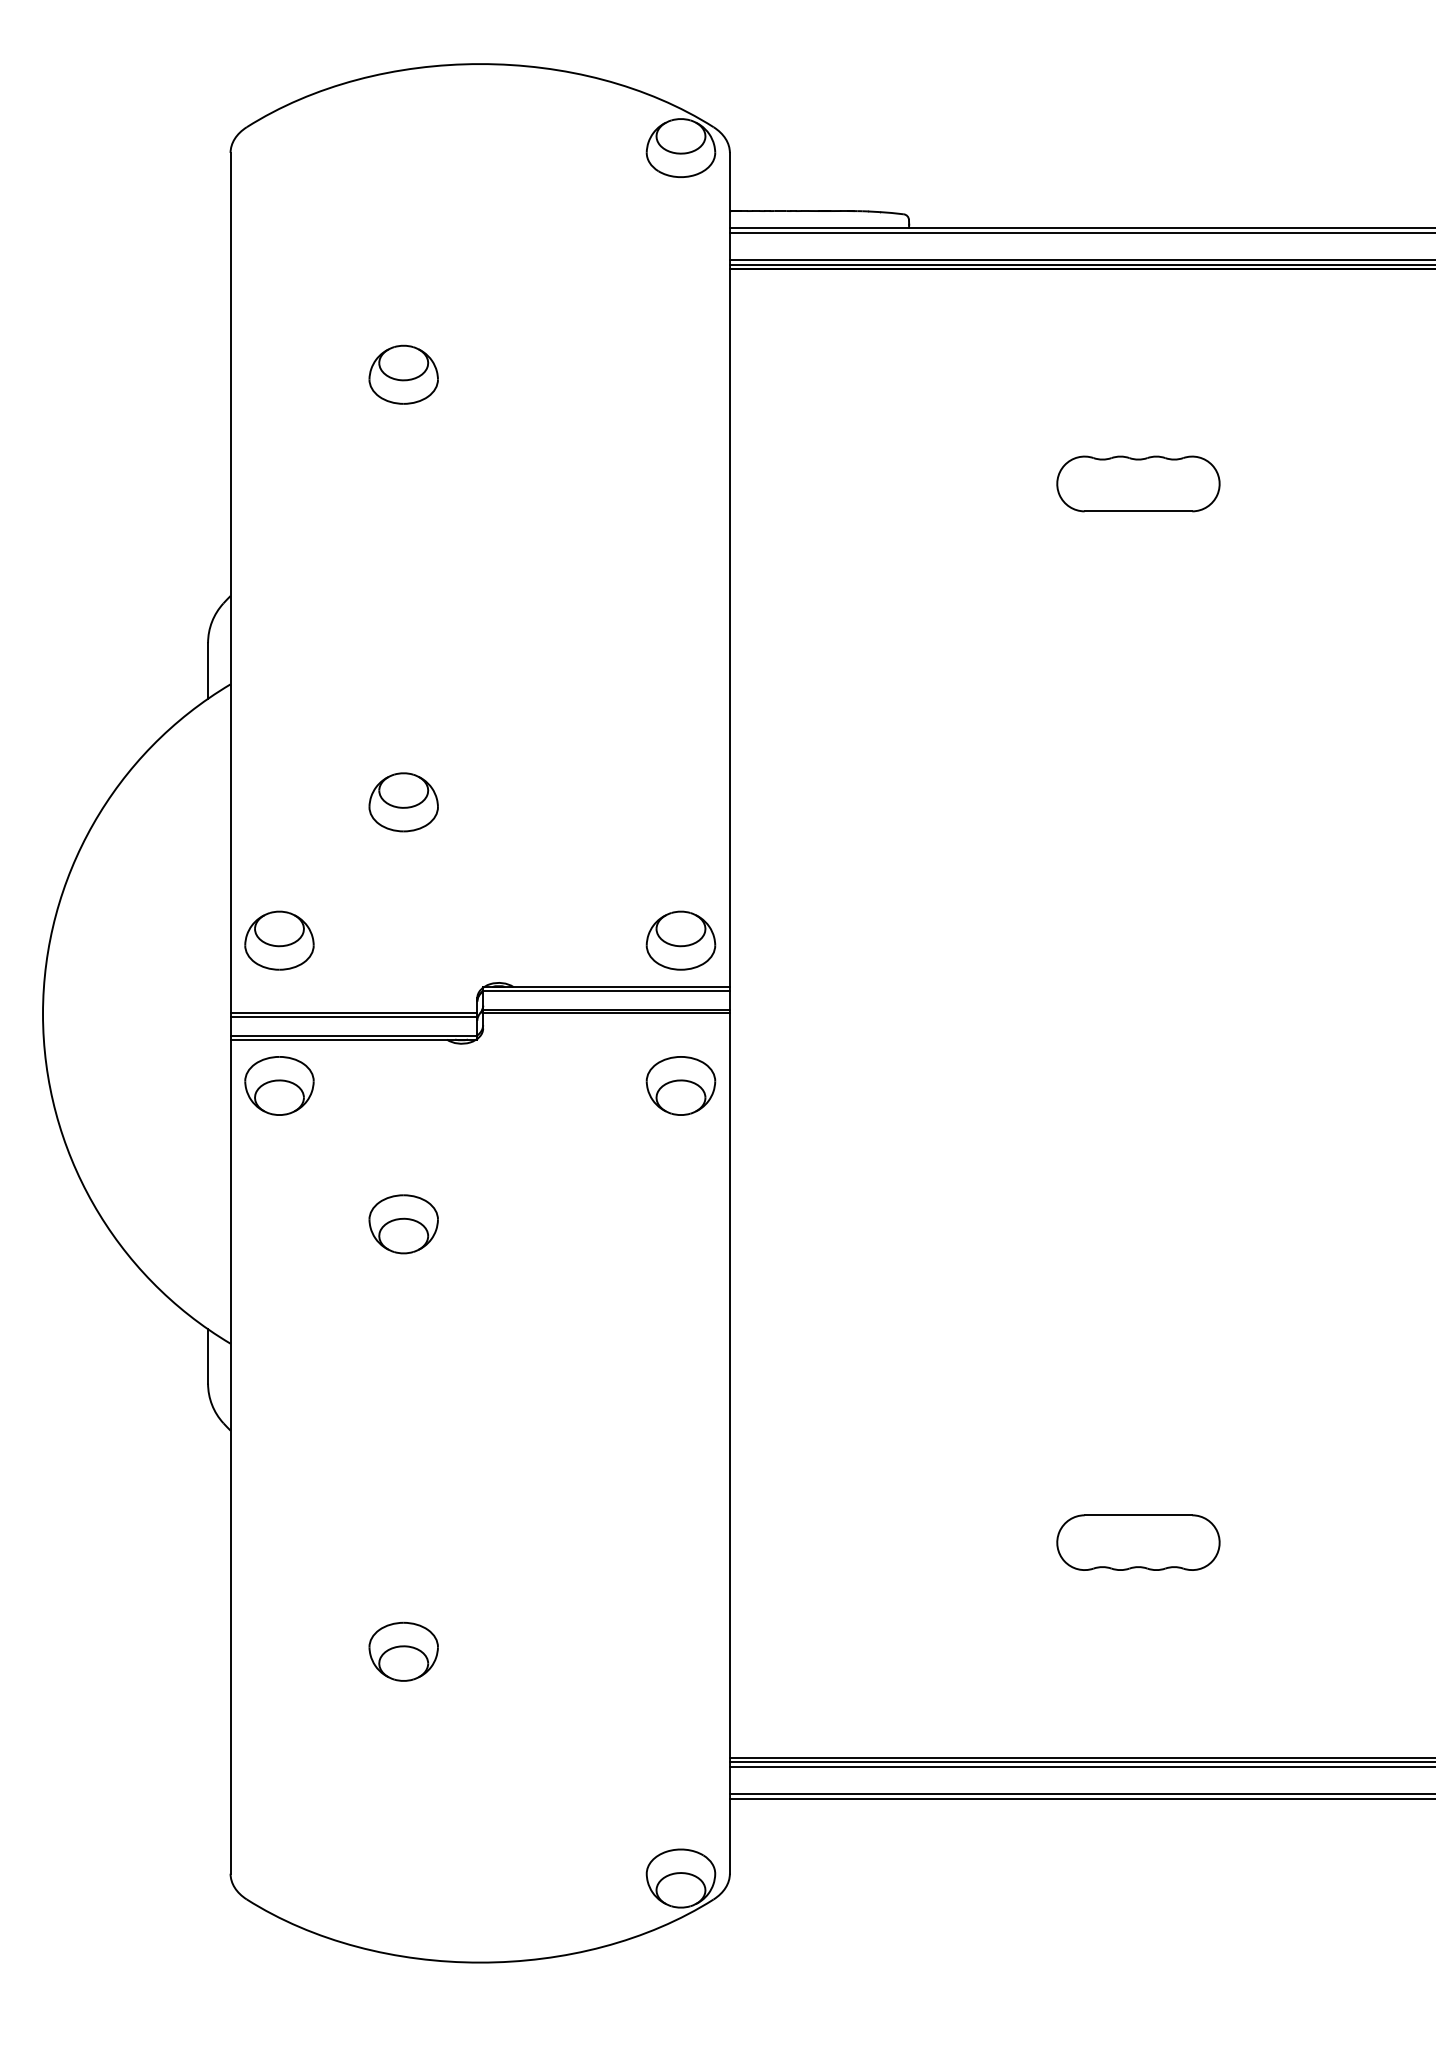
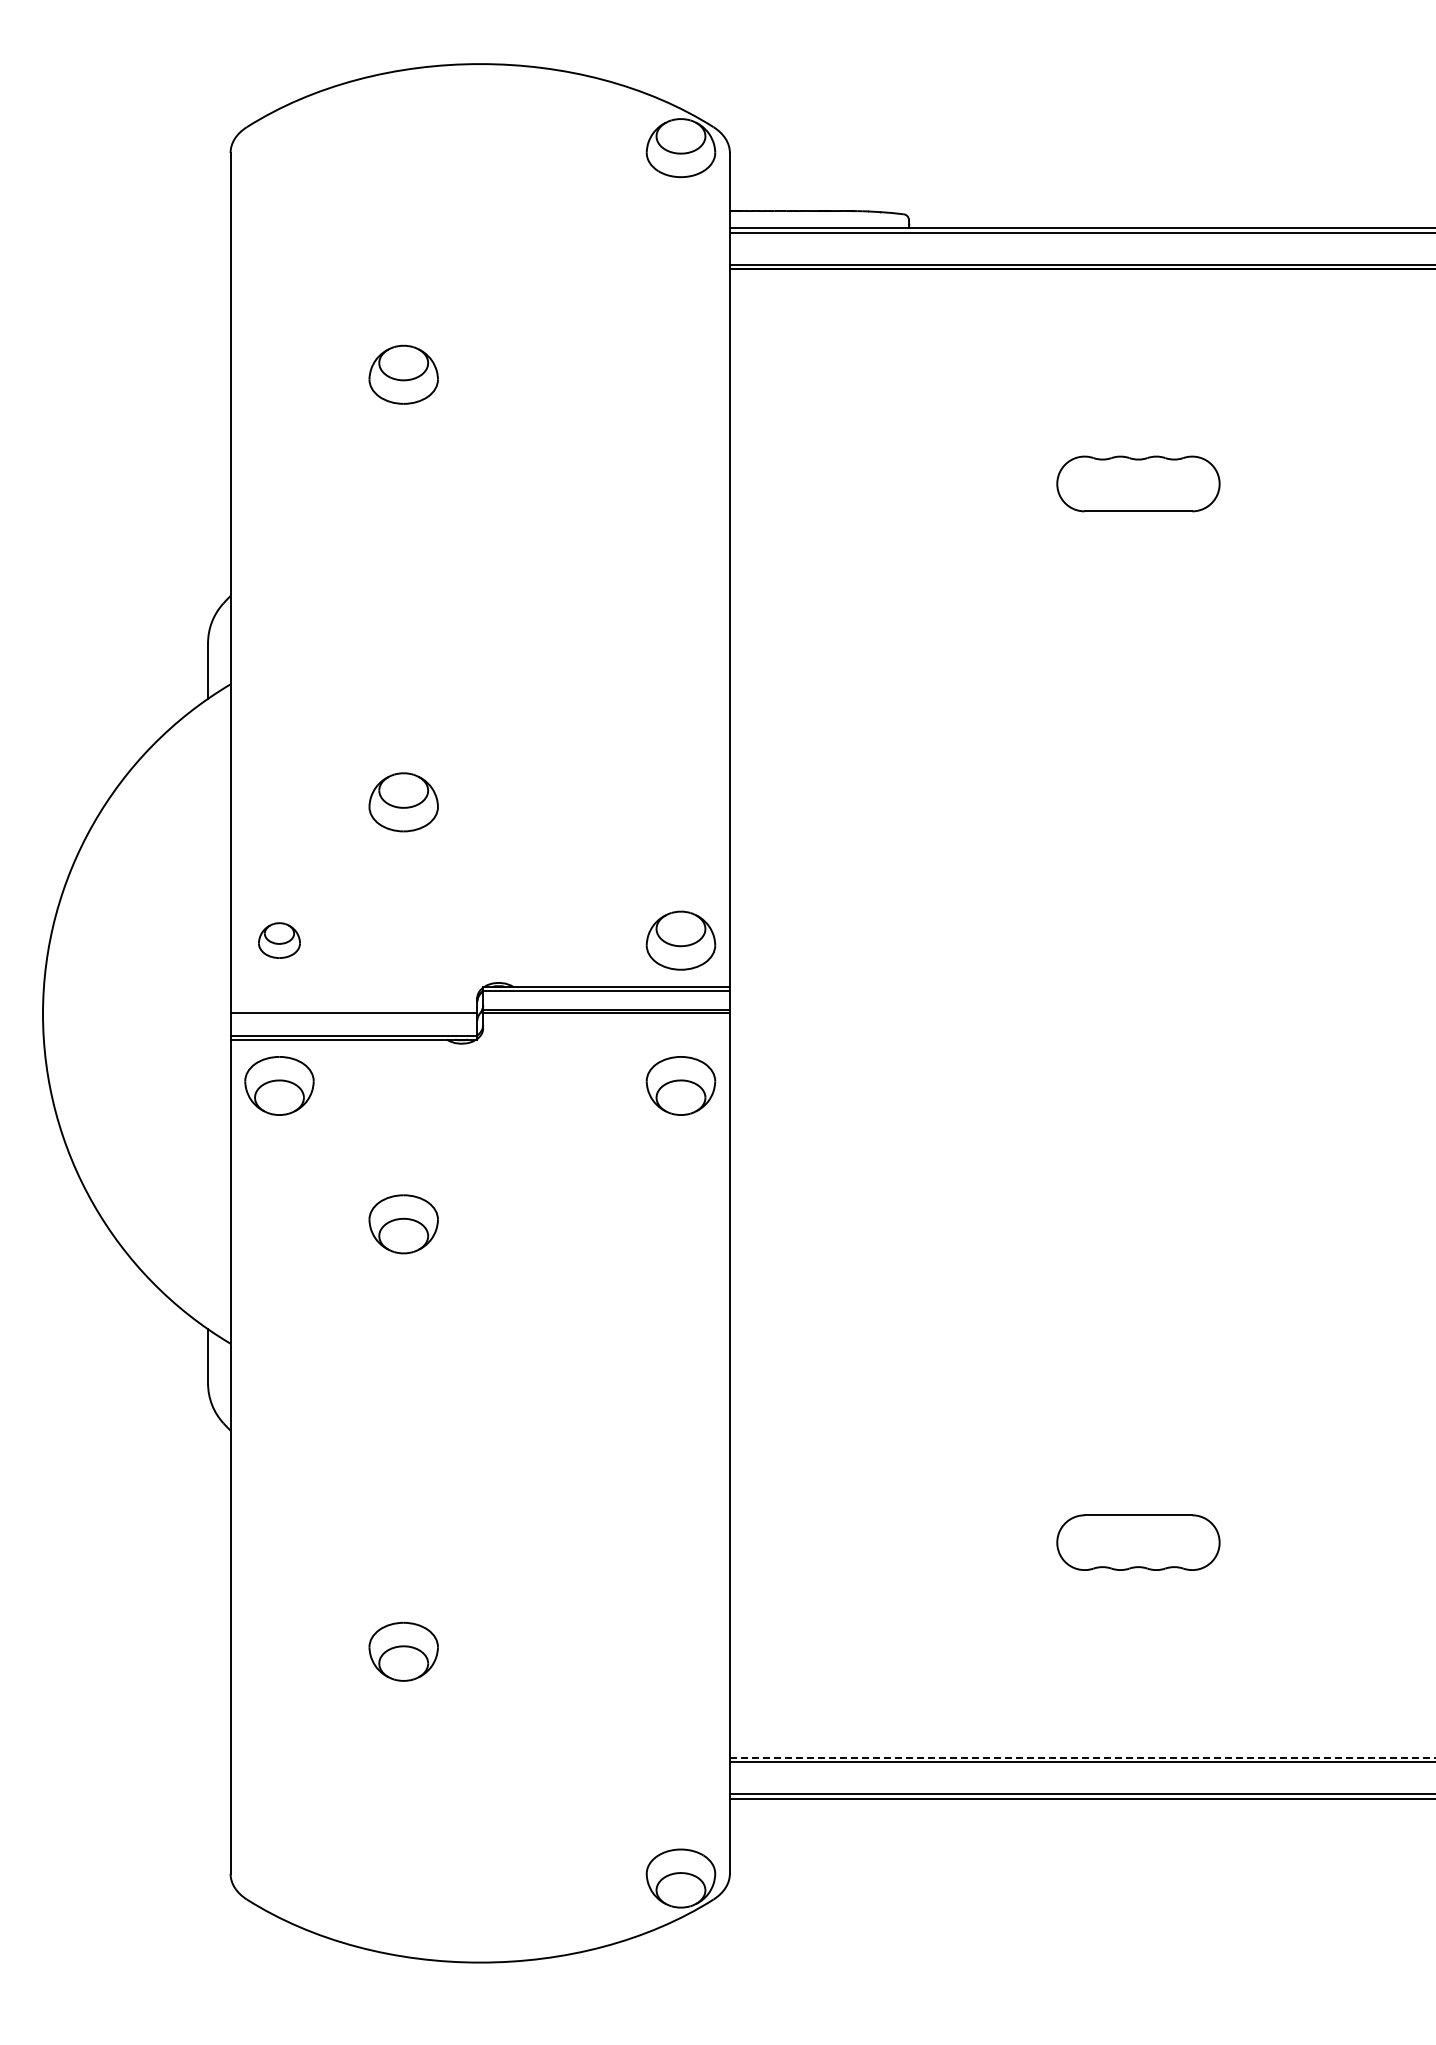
line at (1080, 259): present -> none
part at (279, 940) size: 71x61 px -> 43x37 px
line at (353, 1016): present -> none
line at (1082, 1757): solid -> dashed
line at (1080, 1766): present -> none
